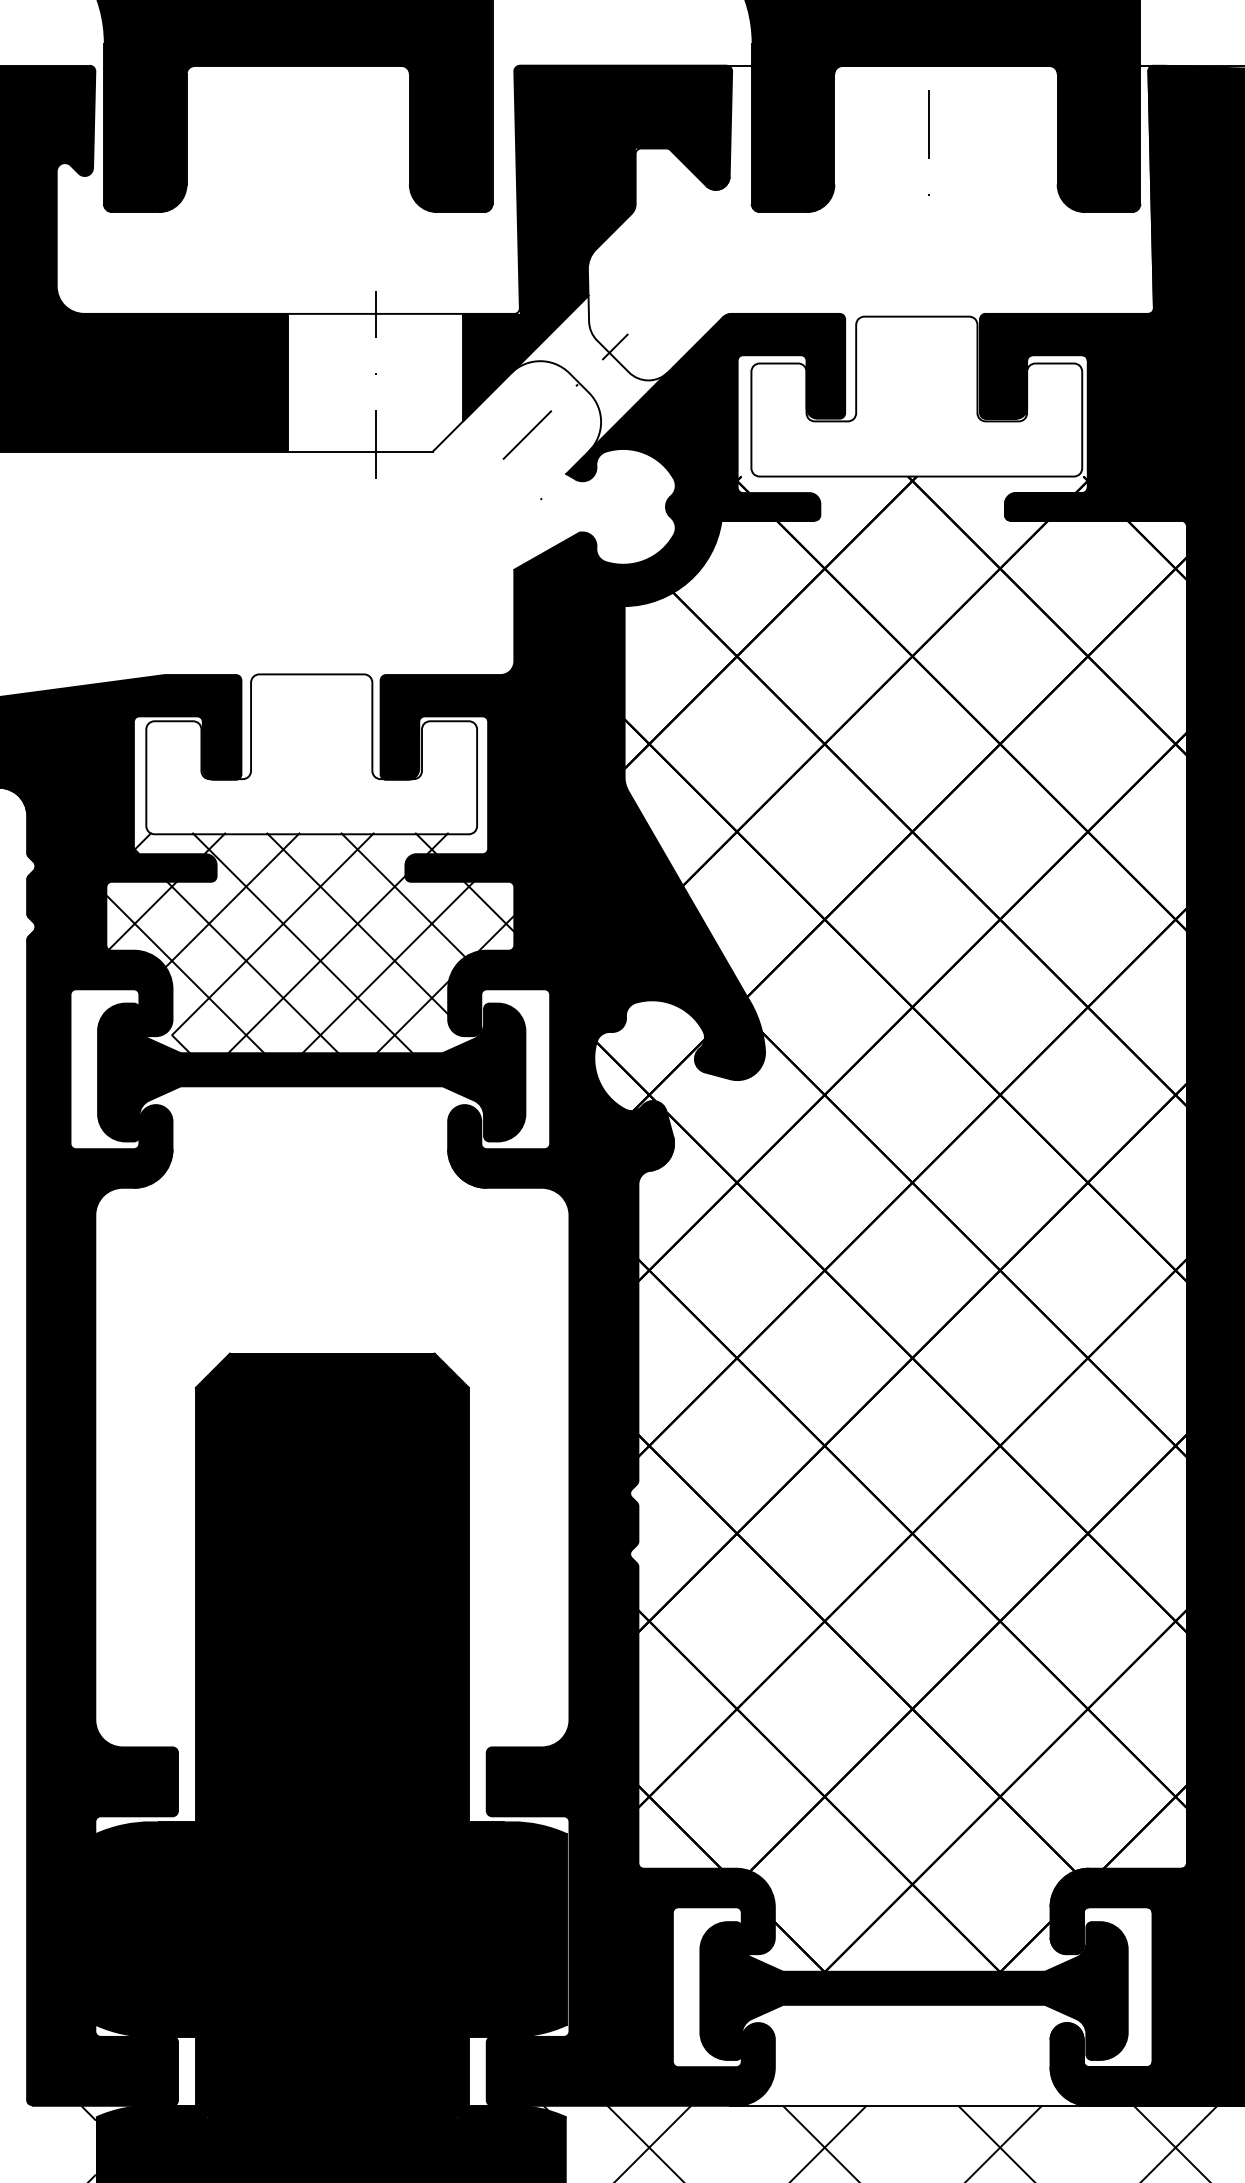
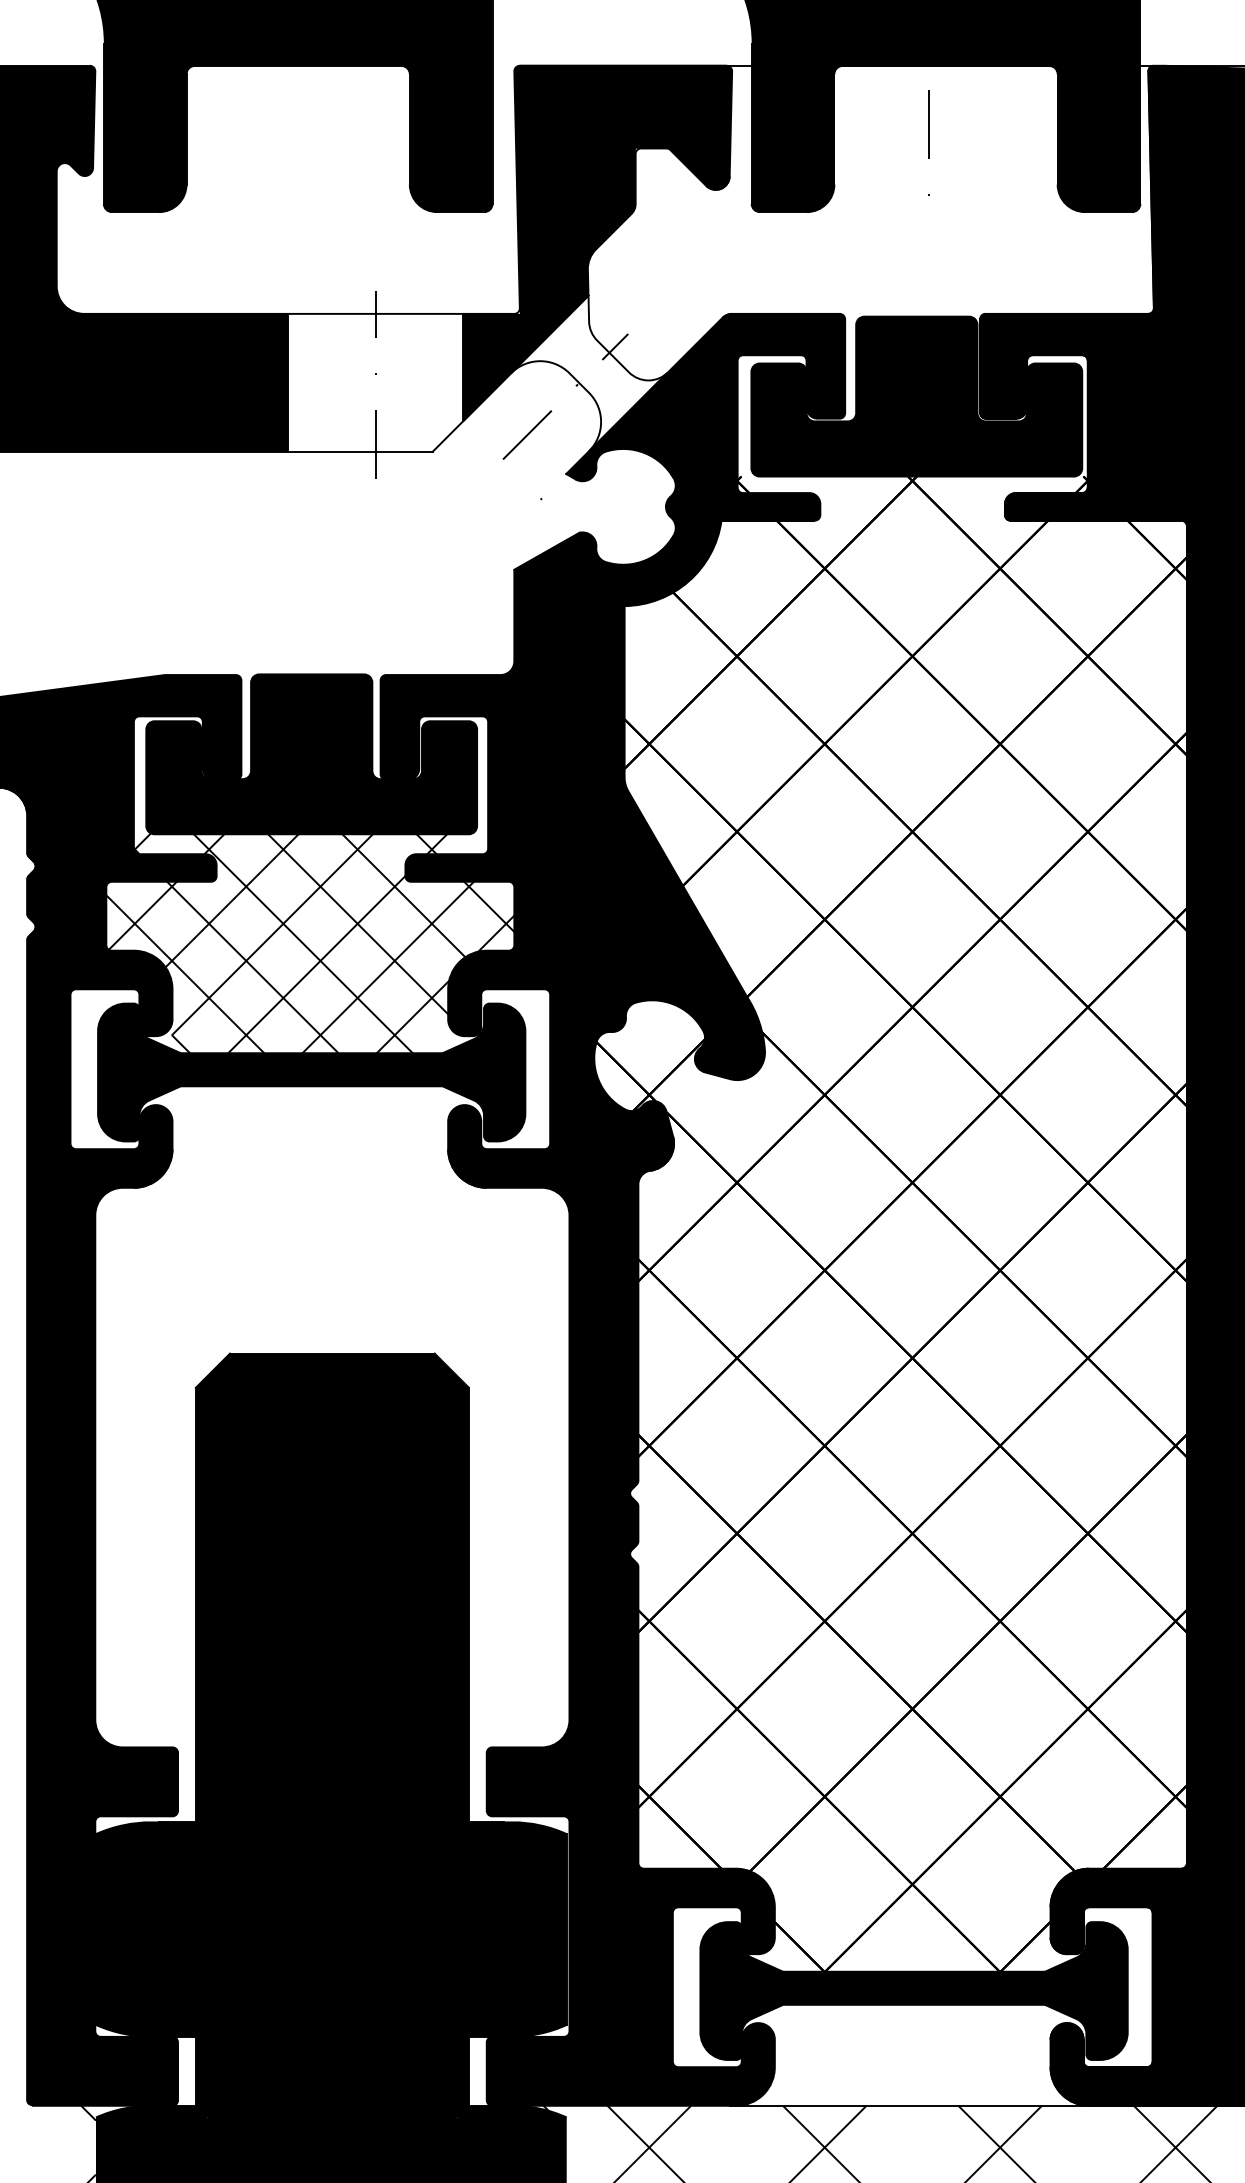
fill at (916, 396): none -> present
fill at (311, 754): none -> present
